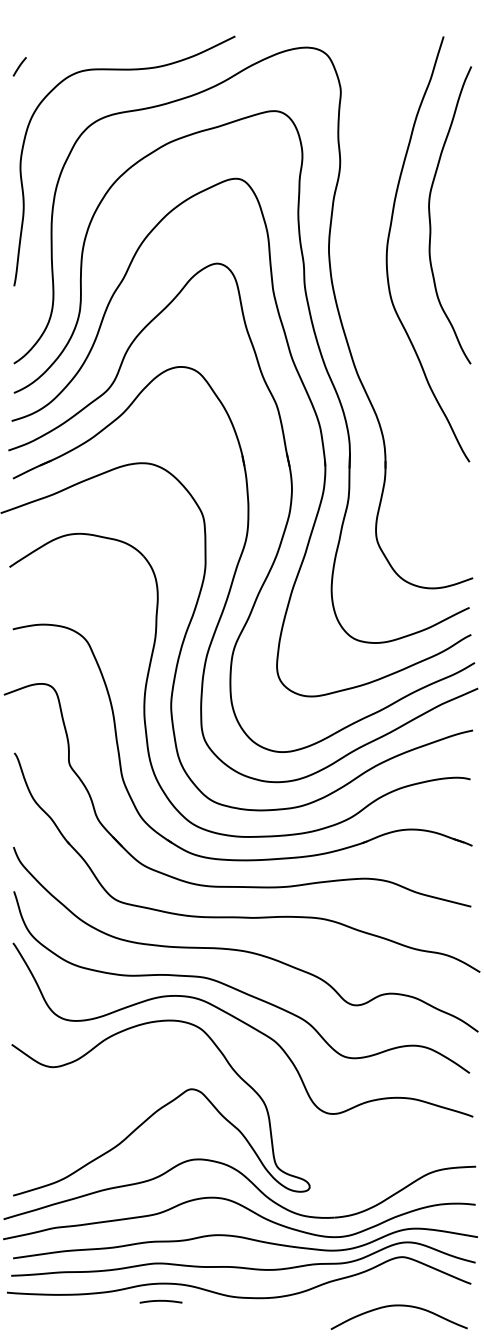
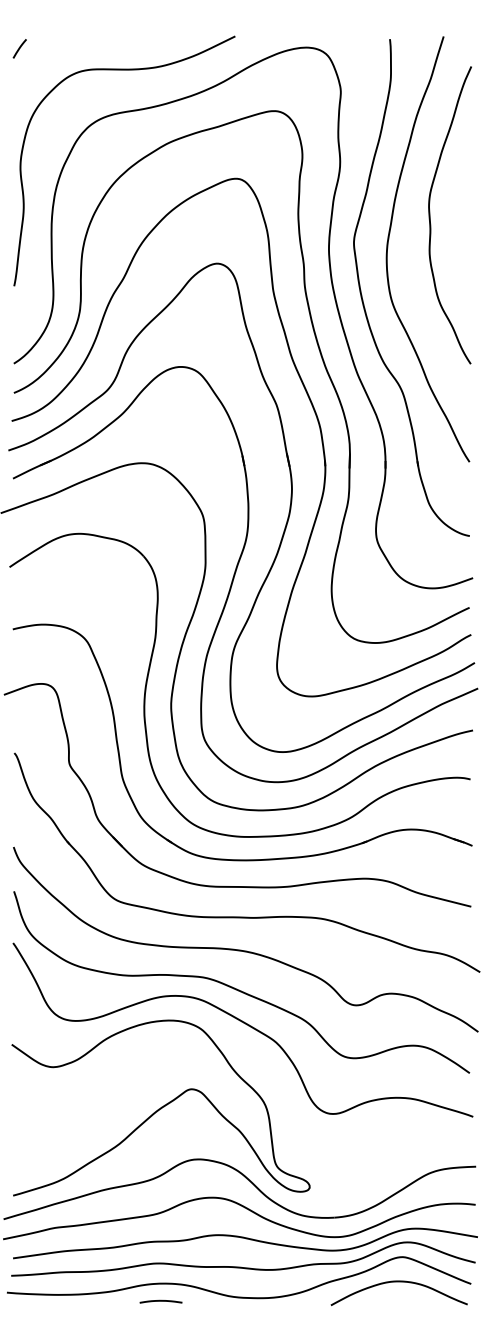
line at (19, 66) position: (19, 66) -> (19, 48)
part at (363, 299): none -> present
curve at (398, 1306) position: (398, 1306) -> (398, 1282)
